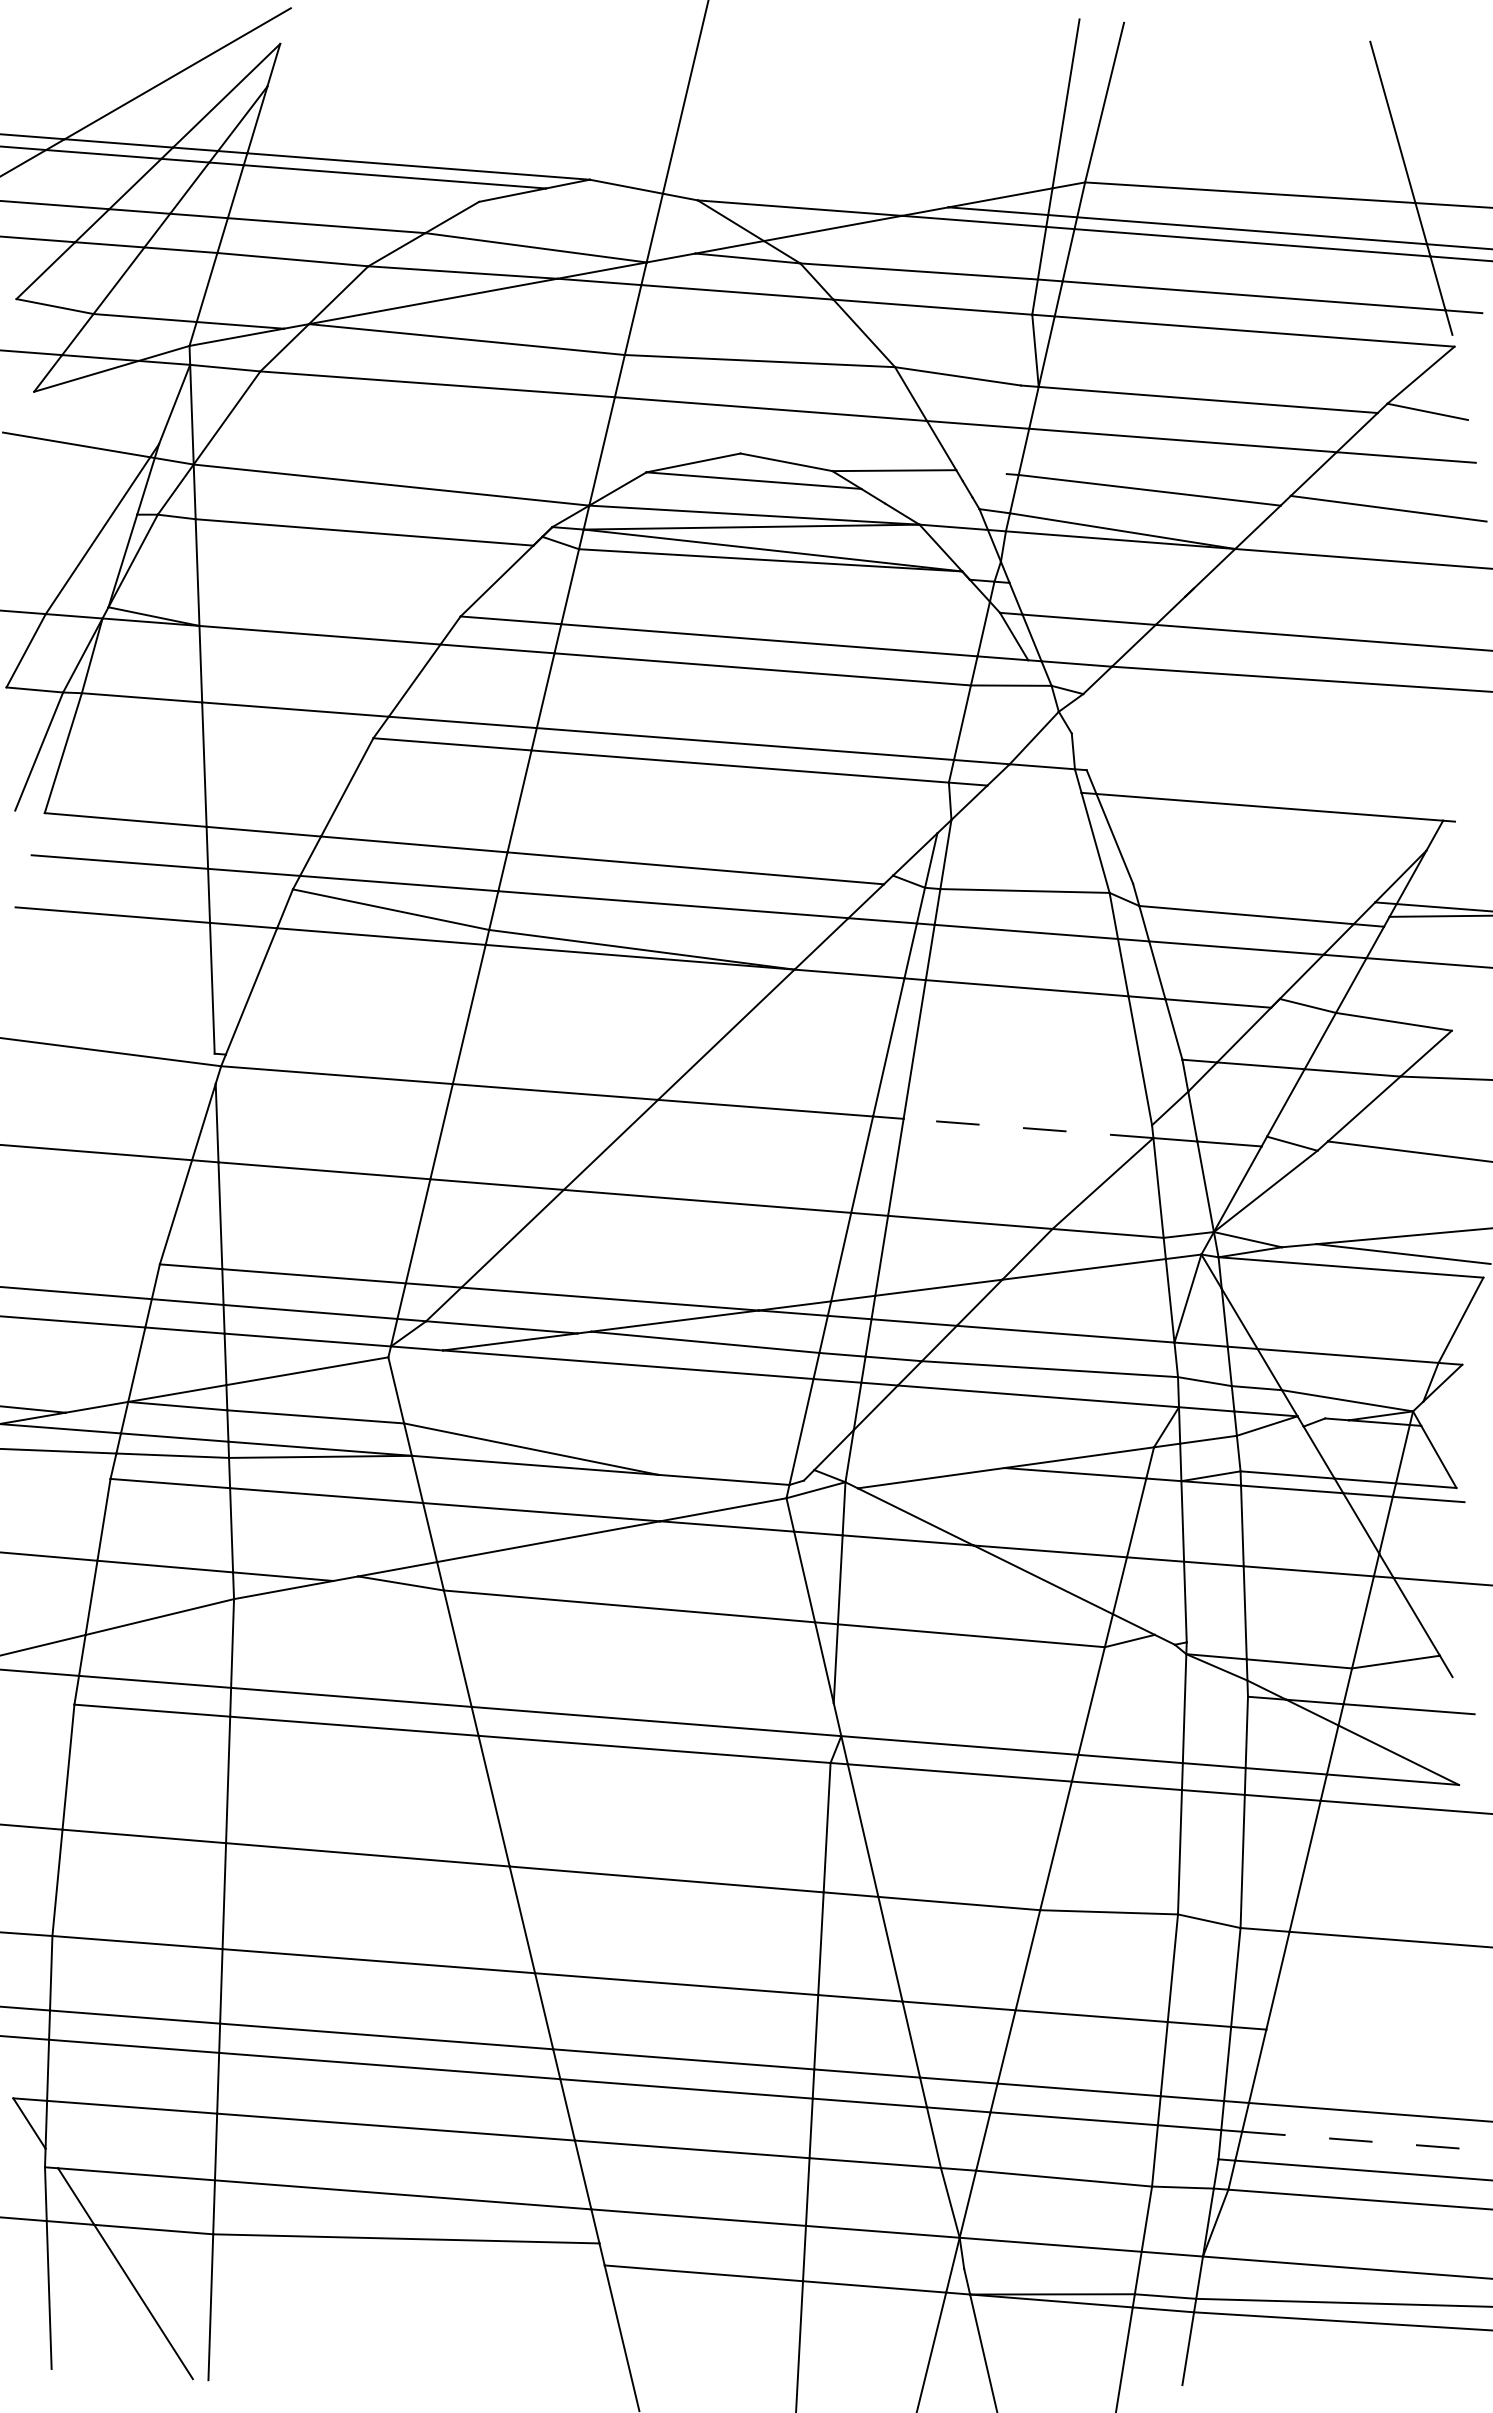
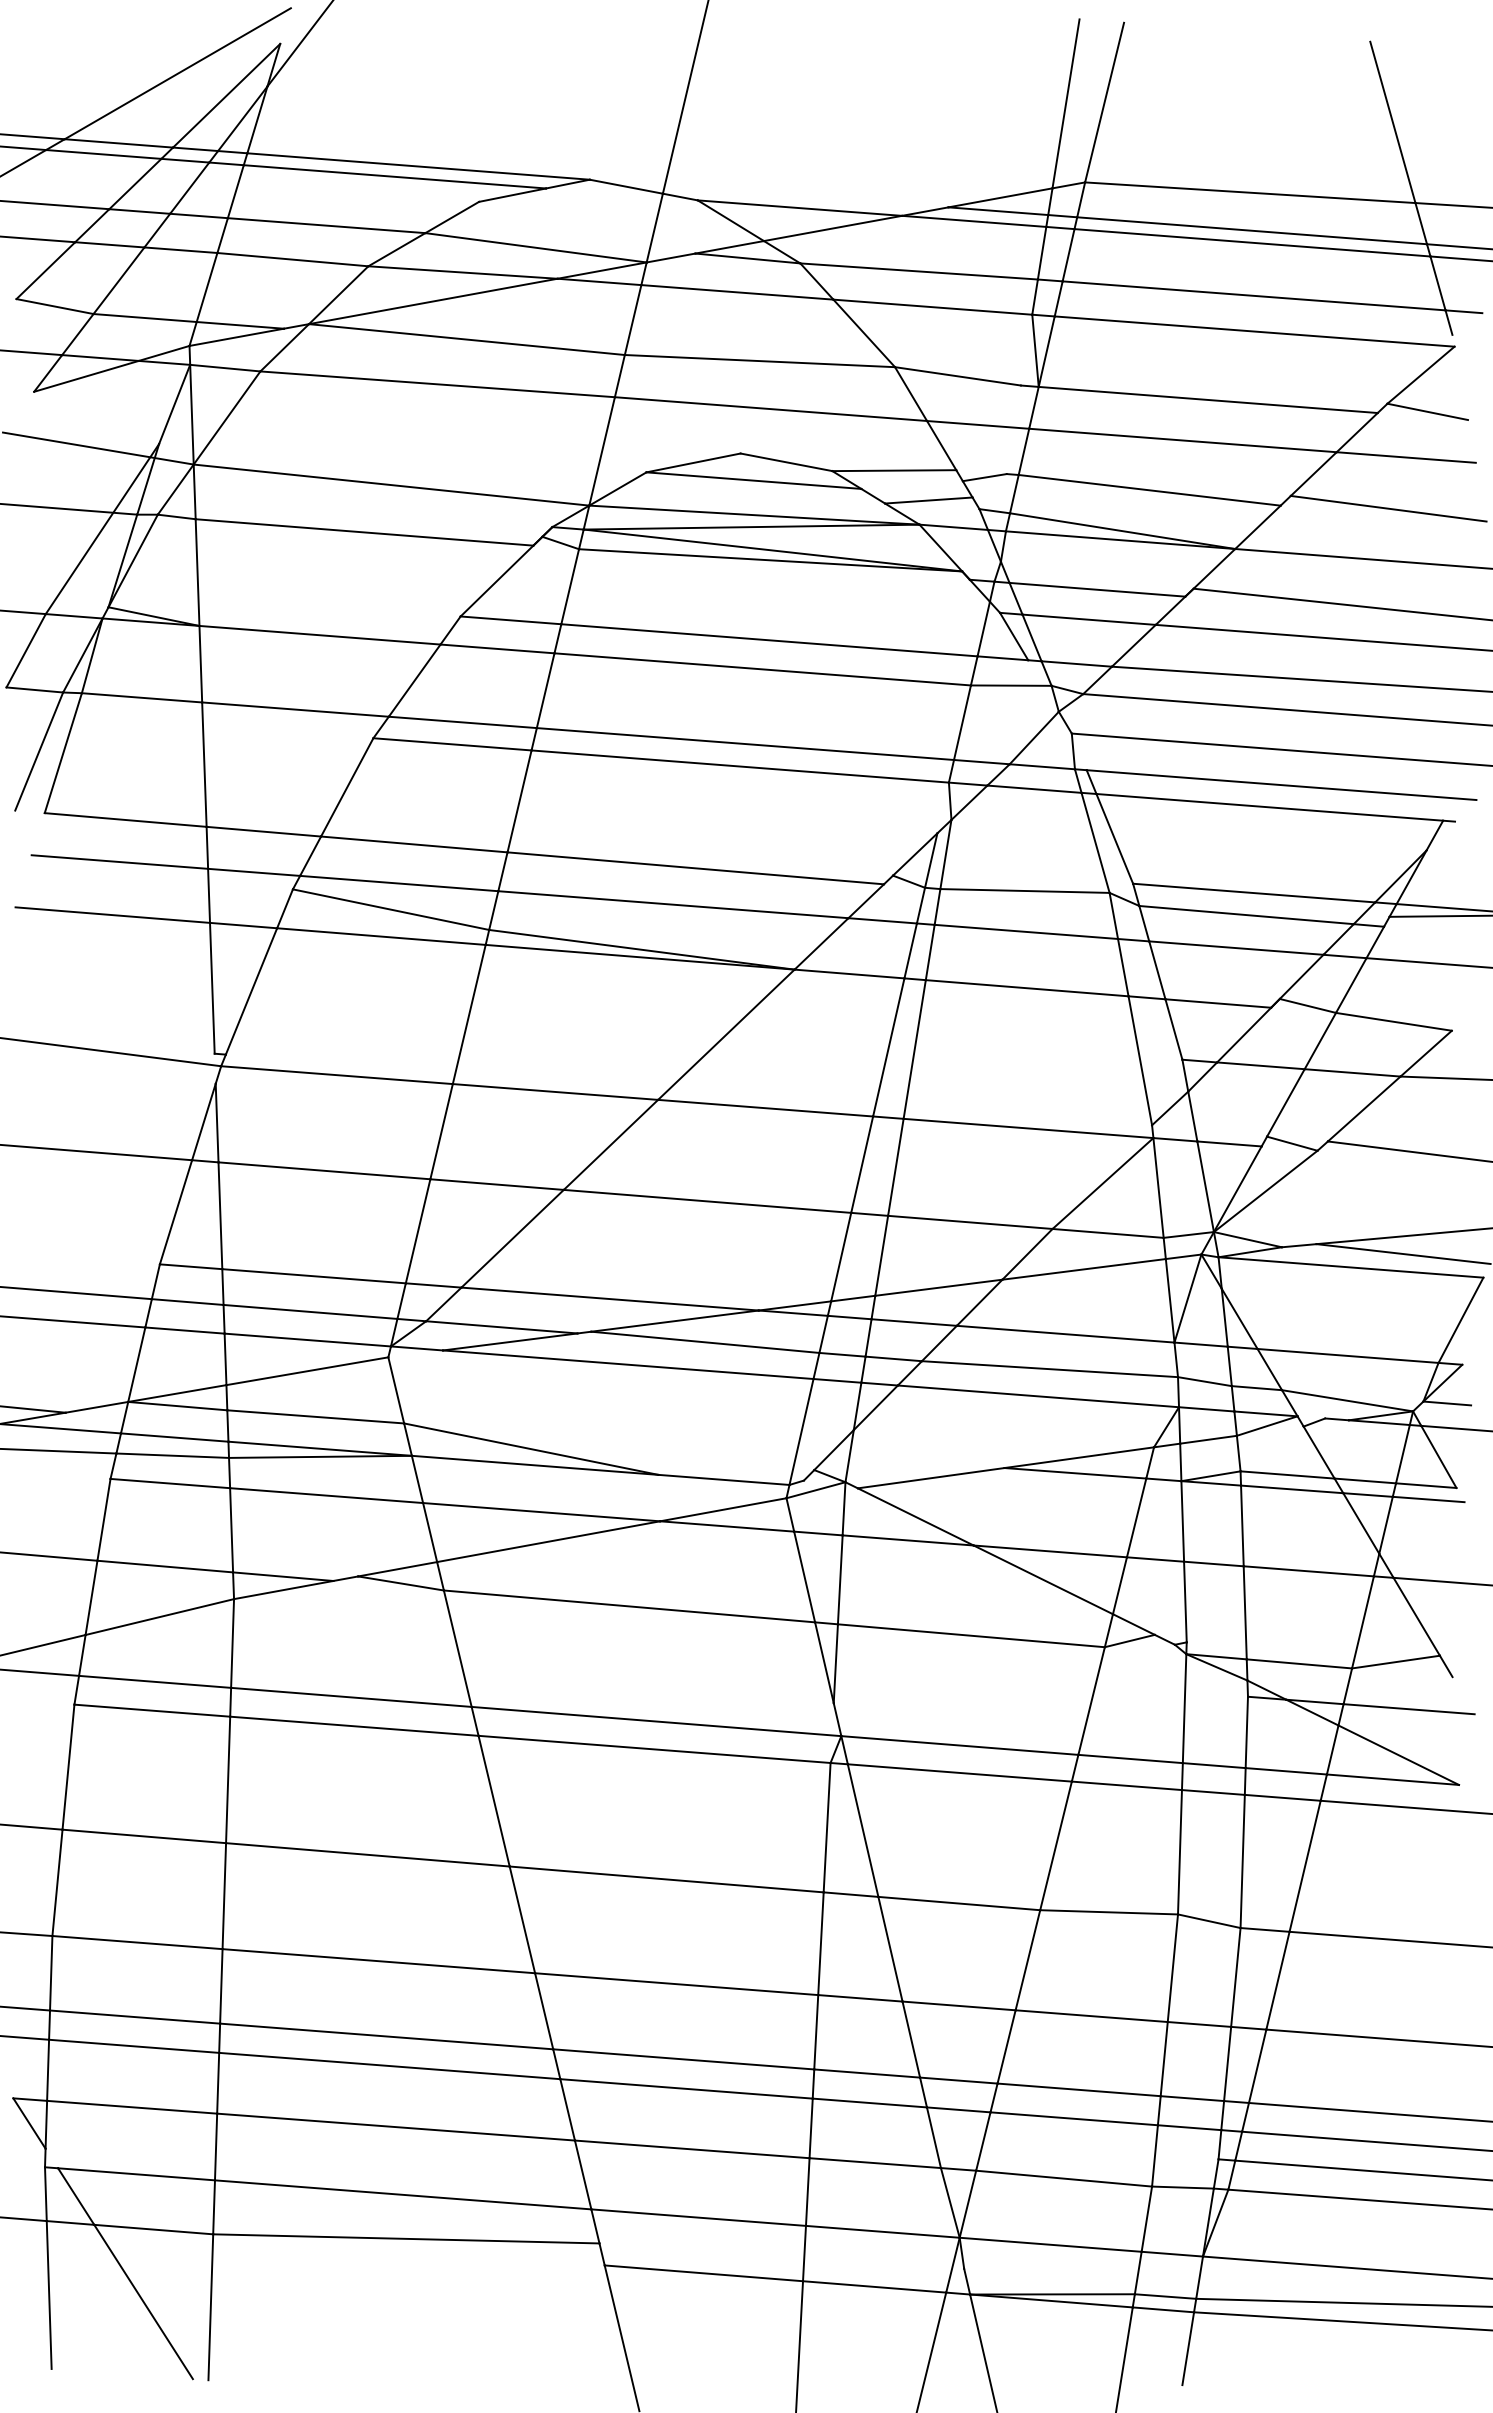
line at (299, 44): none -> present
line at (984, 477): none -> present
line at (928, 500): none -> present
line at (69, 509): none -> present
line at (1097, 589): none -> present
line at (1341, 604): none -> present
line at (1286, 709): none -> present
line at (1280, 749): none -> present
line at (1281, 785): none -> present
line at (1034, 788): none -> present
line at (1254, 892): none -> present
line at (1028, 1128): dashed -> solid
line at (1447, 1403): none -> present
line at (1455, 1428): none -> present
line at (1377, 2037): none -> present
line at (1367, 2141): dashed -> solid
